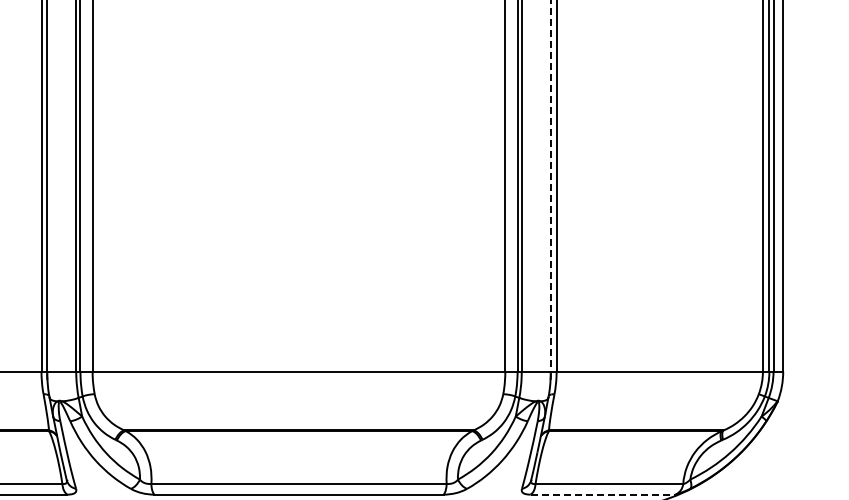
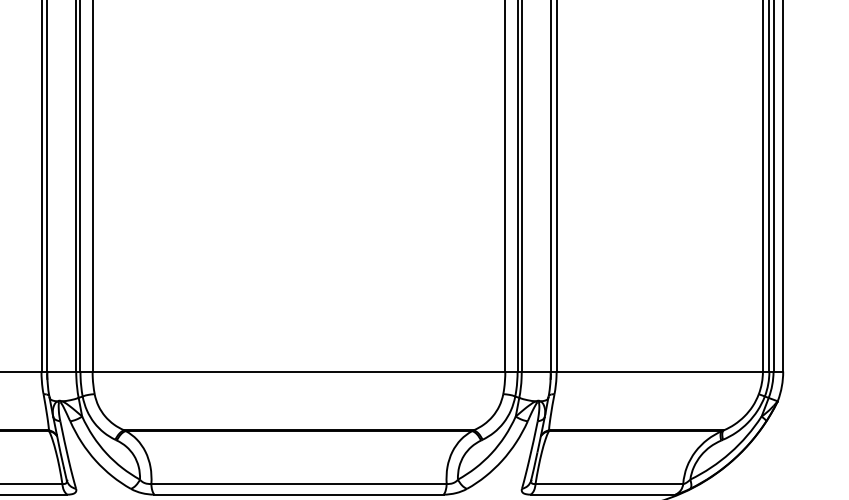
line at (550, 185): dashed -> solid
line at (603, 494): dashed -> solid
